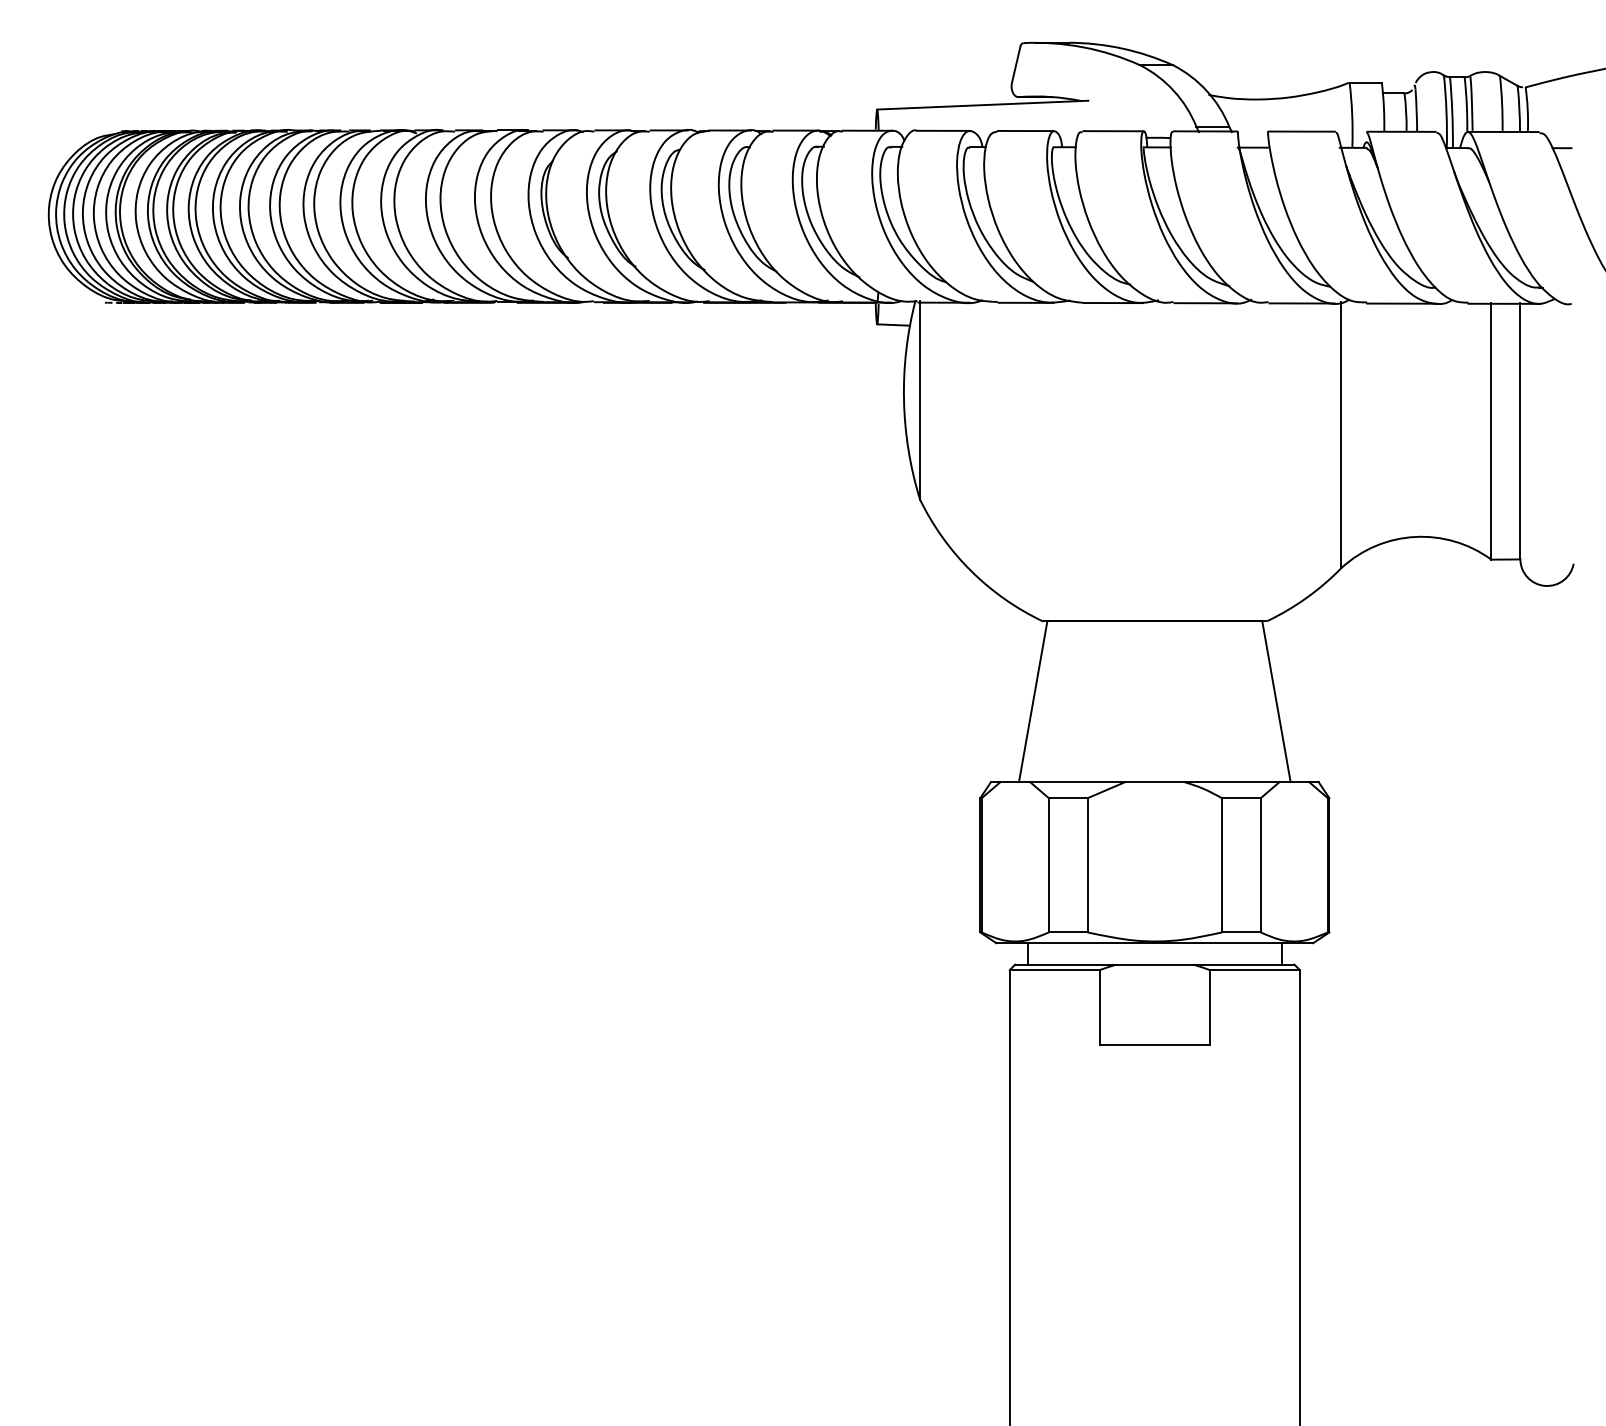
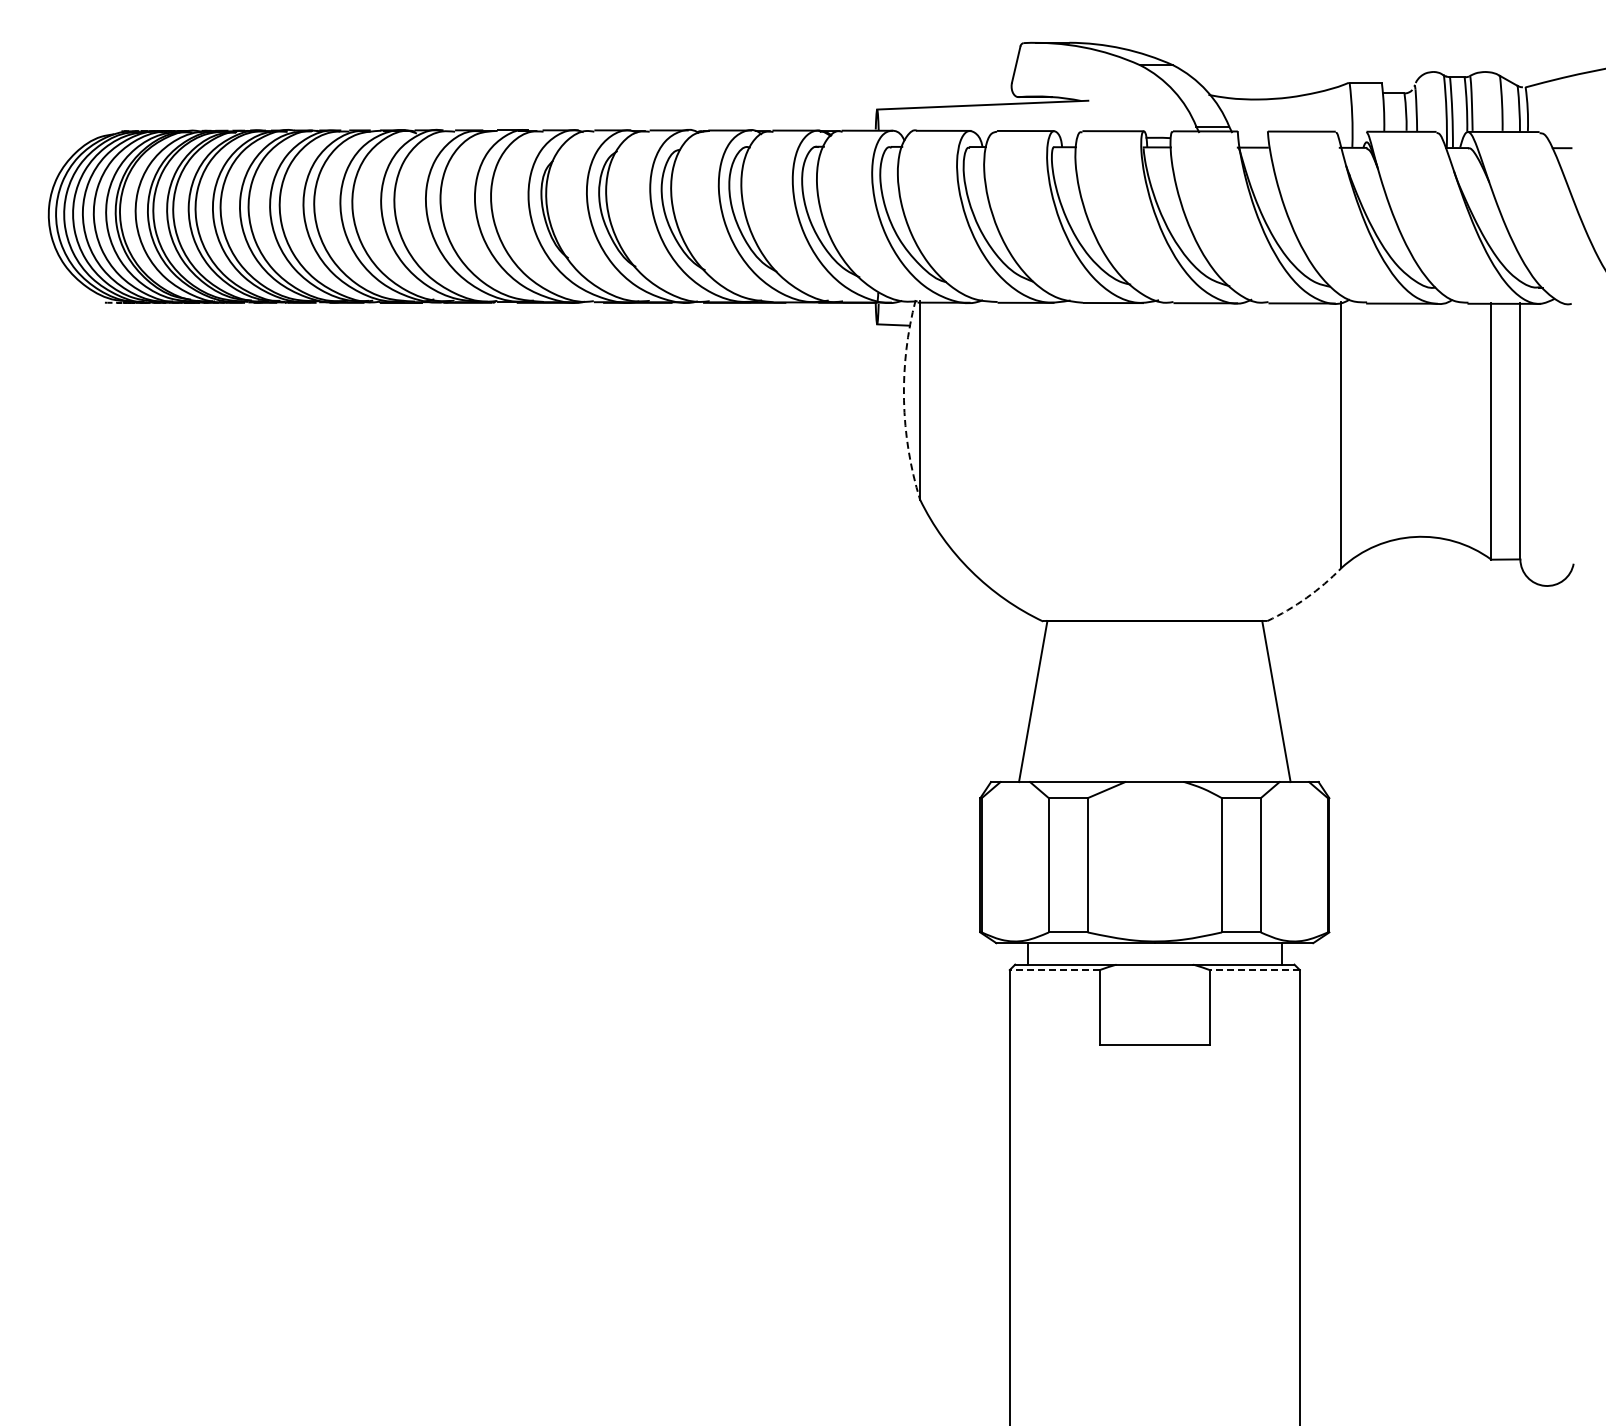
arc at (904, 400): solid -> dashed
arc at (1306, 597): solid -> dashed
line at (1054, 970): solid -> dashed
line at (1254, 970): solid -> dashed
